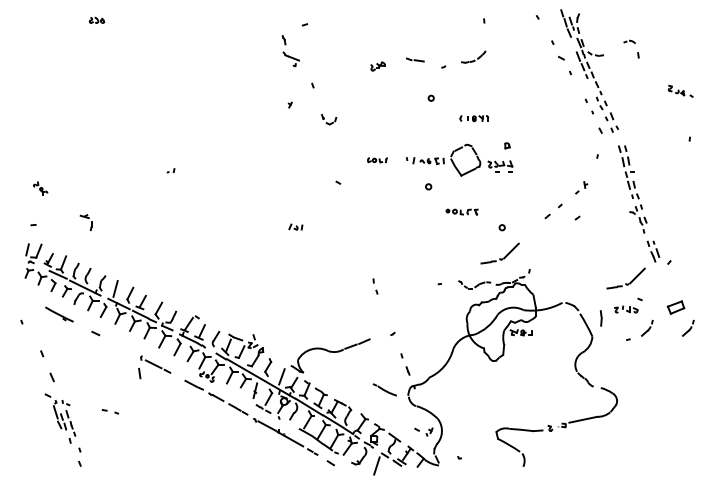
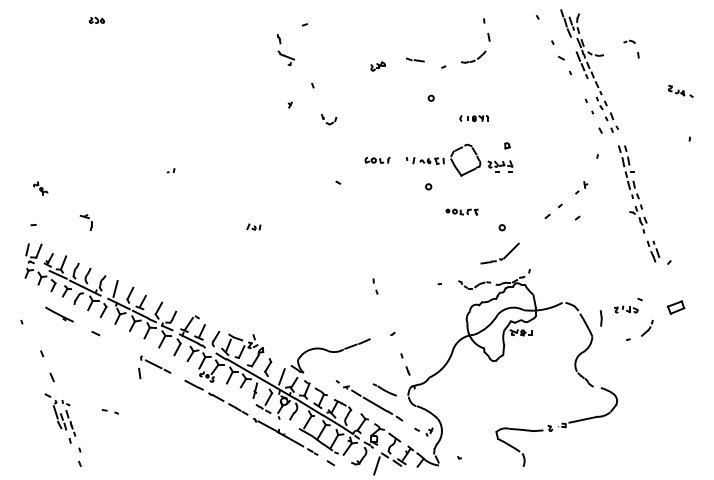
line at (488, 37): none -> present
part at (290, 51) position: (290, 51) -> (285, 50)
part at (377, 160) size: 21x7 px -> 27x8 px
part at (295, 226) position: (295, 226) -> (253, 226)
part at (625, 278): present -> none
part at (688, 327): present -> none
part at (369, 400): none -> present
